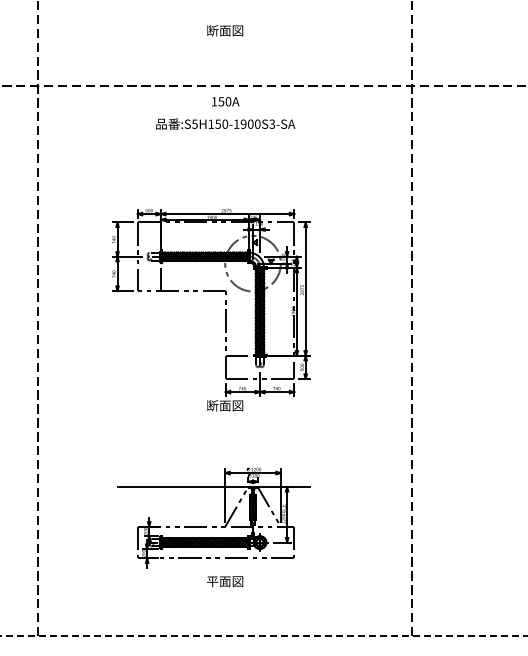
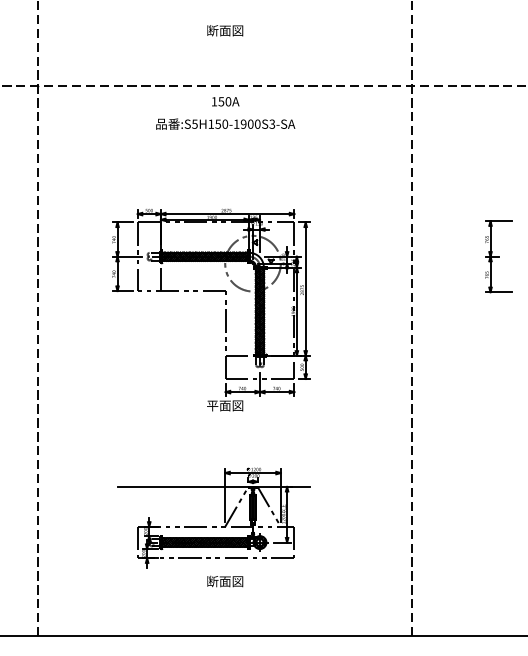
part at (498, 256): none -> present
text at (212, 405): 断面図 -> 平面図
text at (212, 581): 平面図 -> 断面図
line at (264, 636): dashed -> solid
